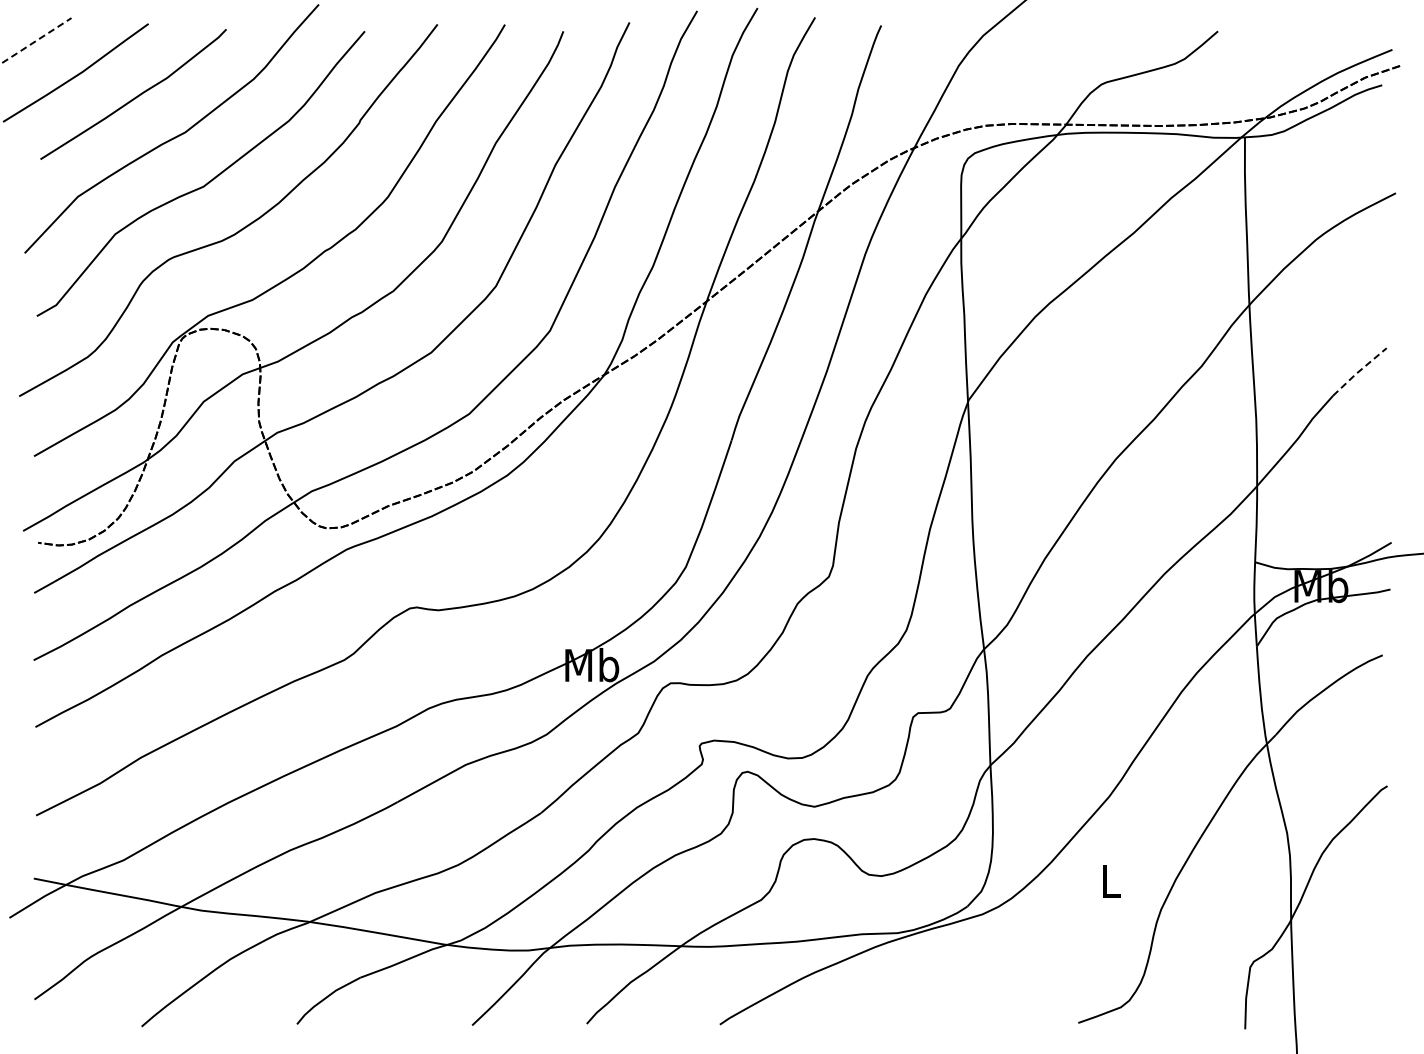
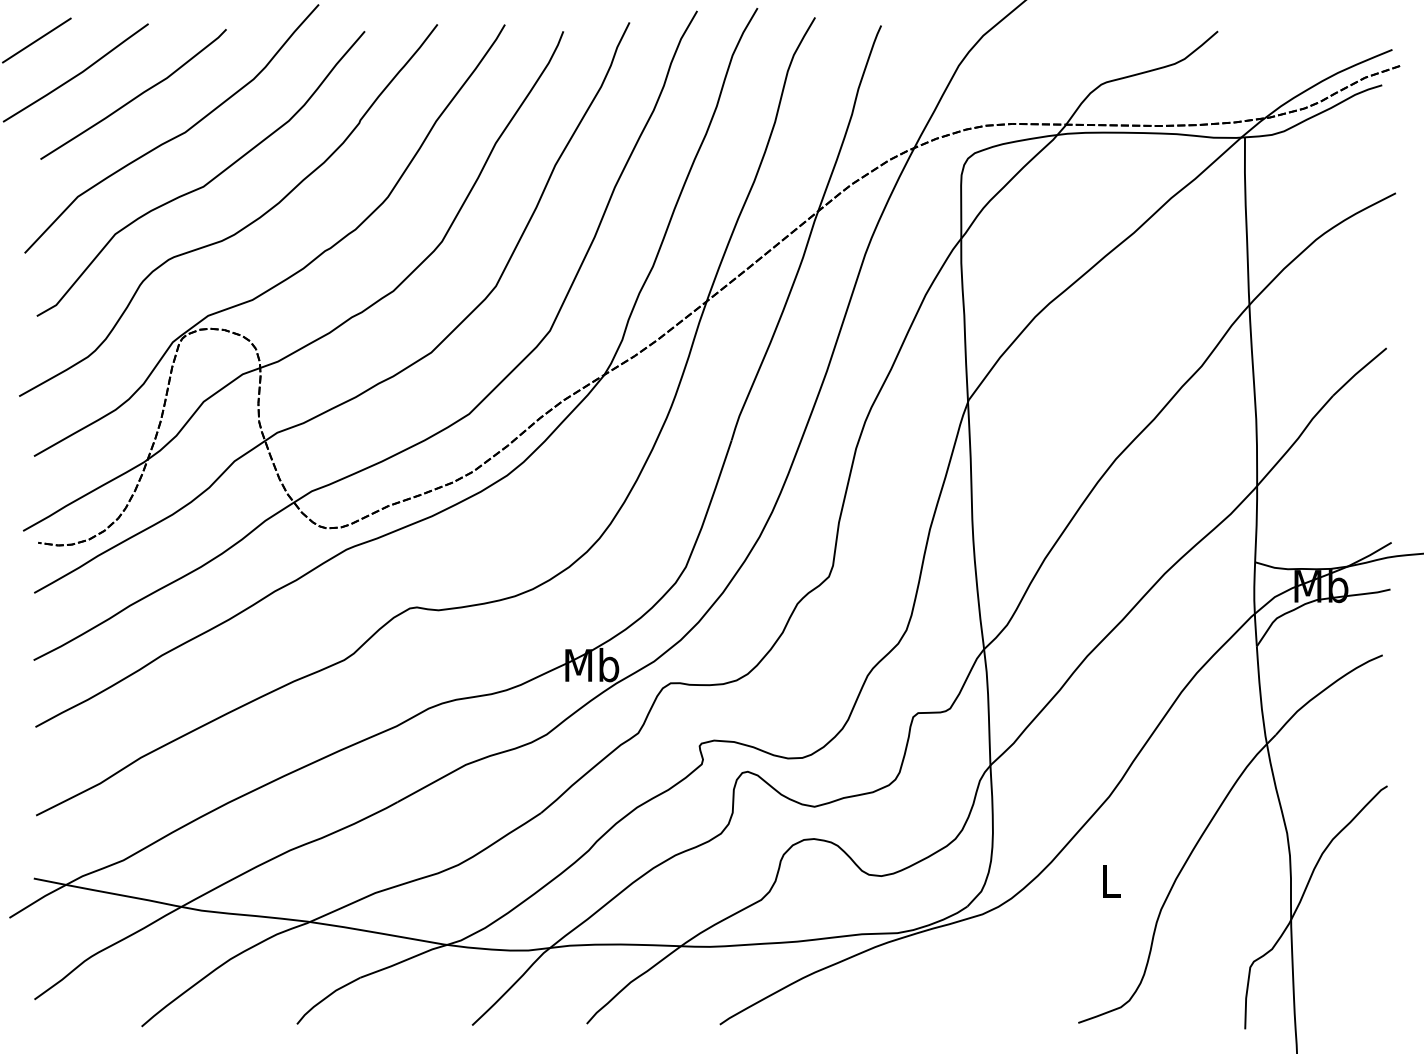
line at (37, 40): dashed -> solid
line at (1359, 370): dashed -> solid
